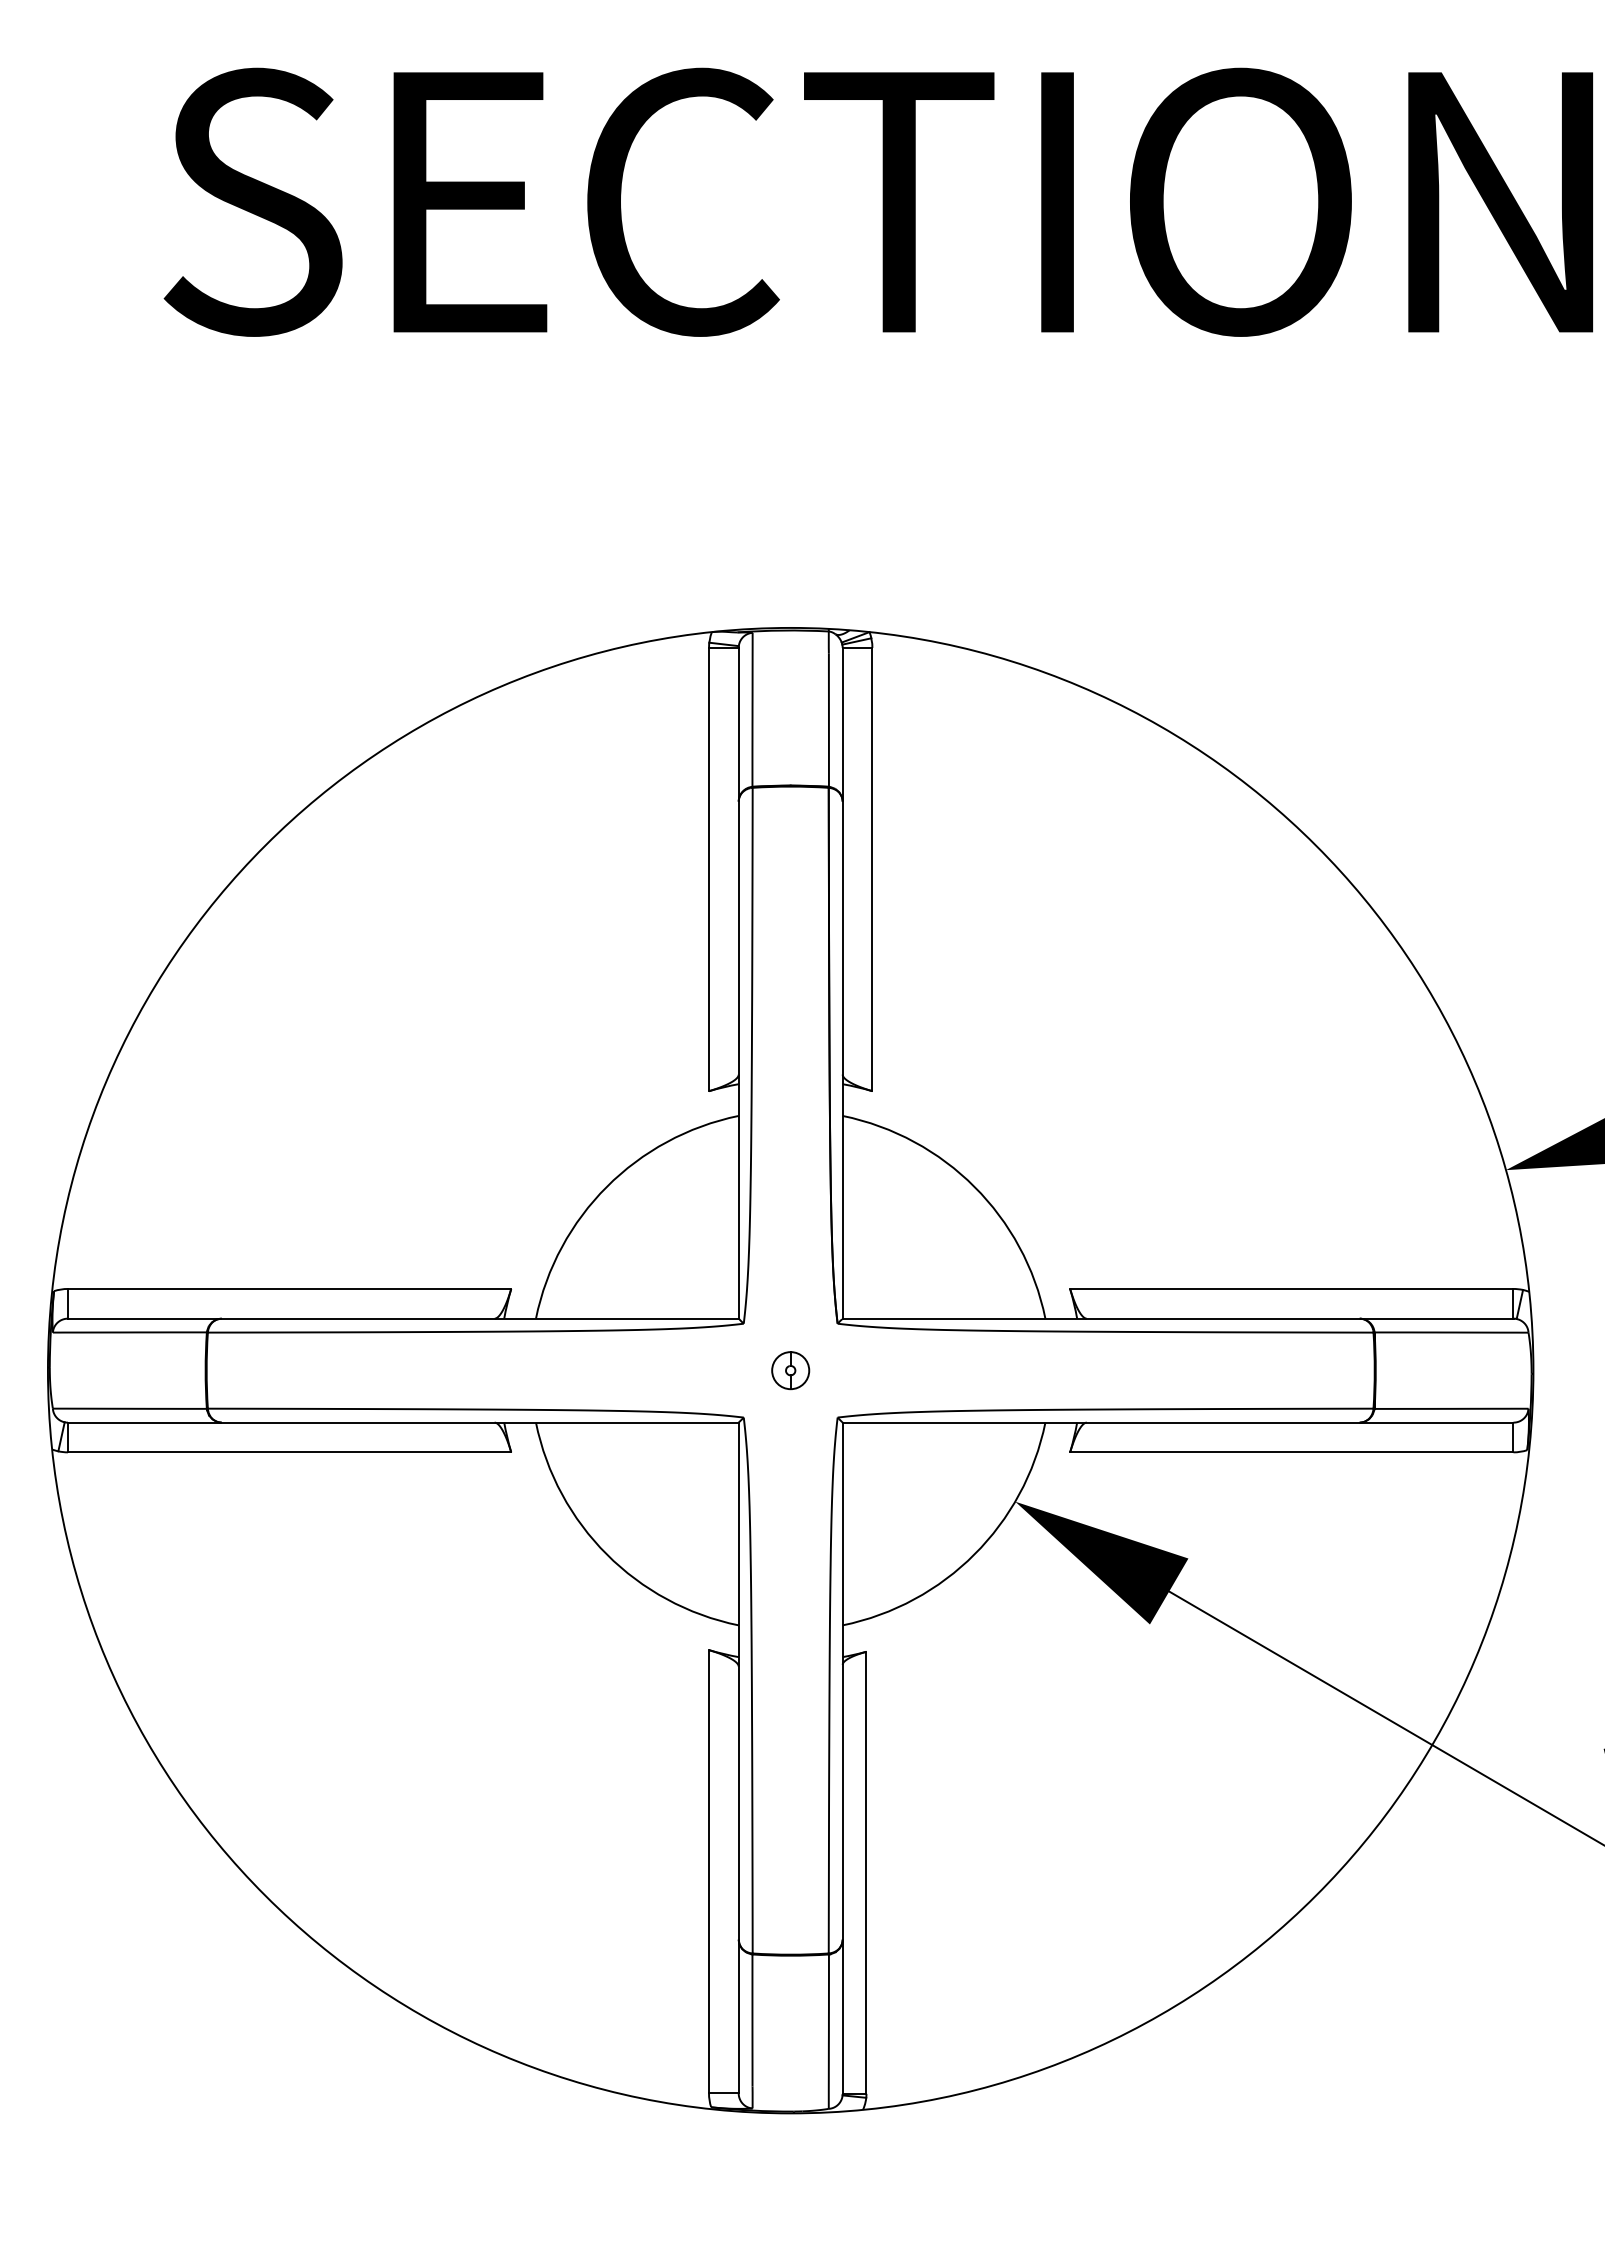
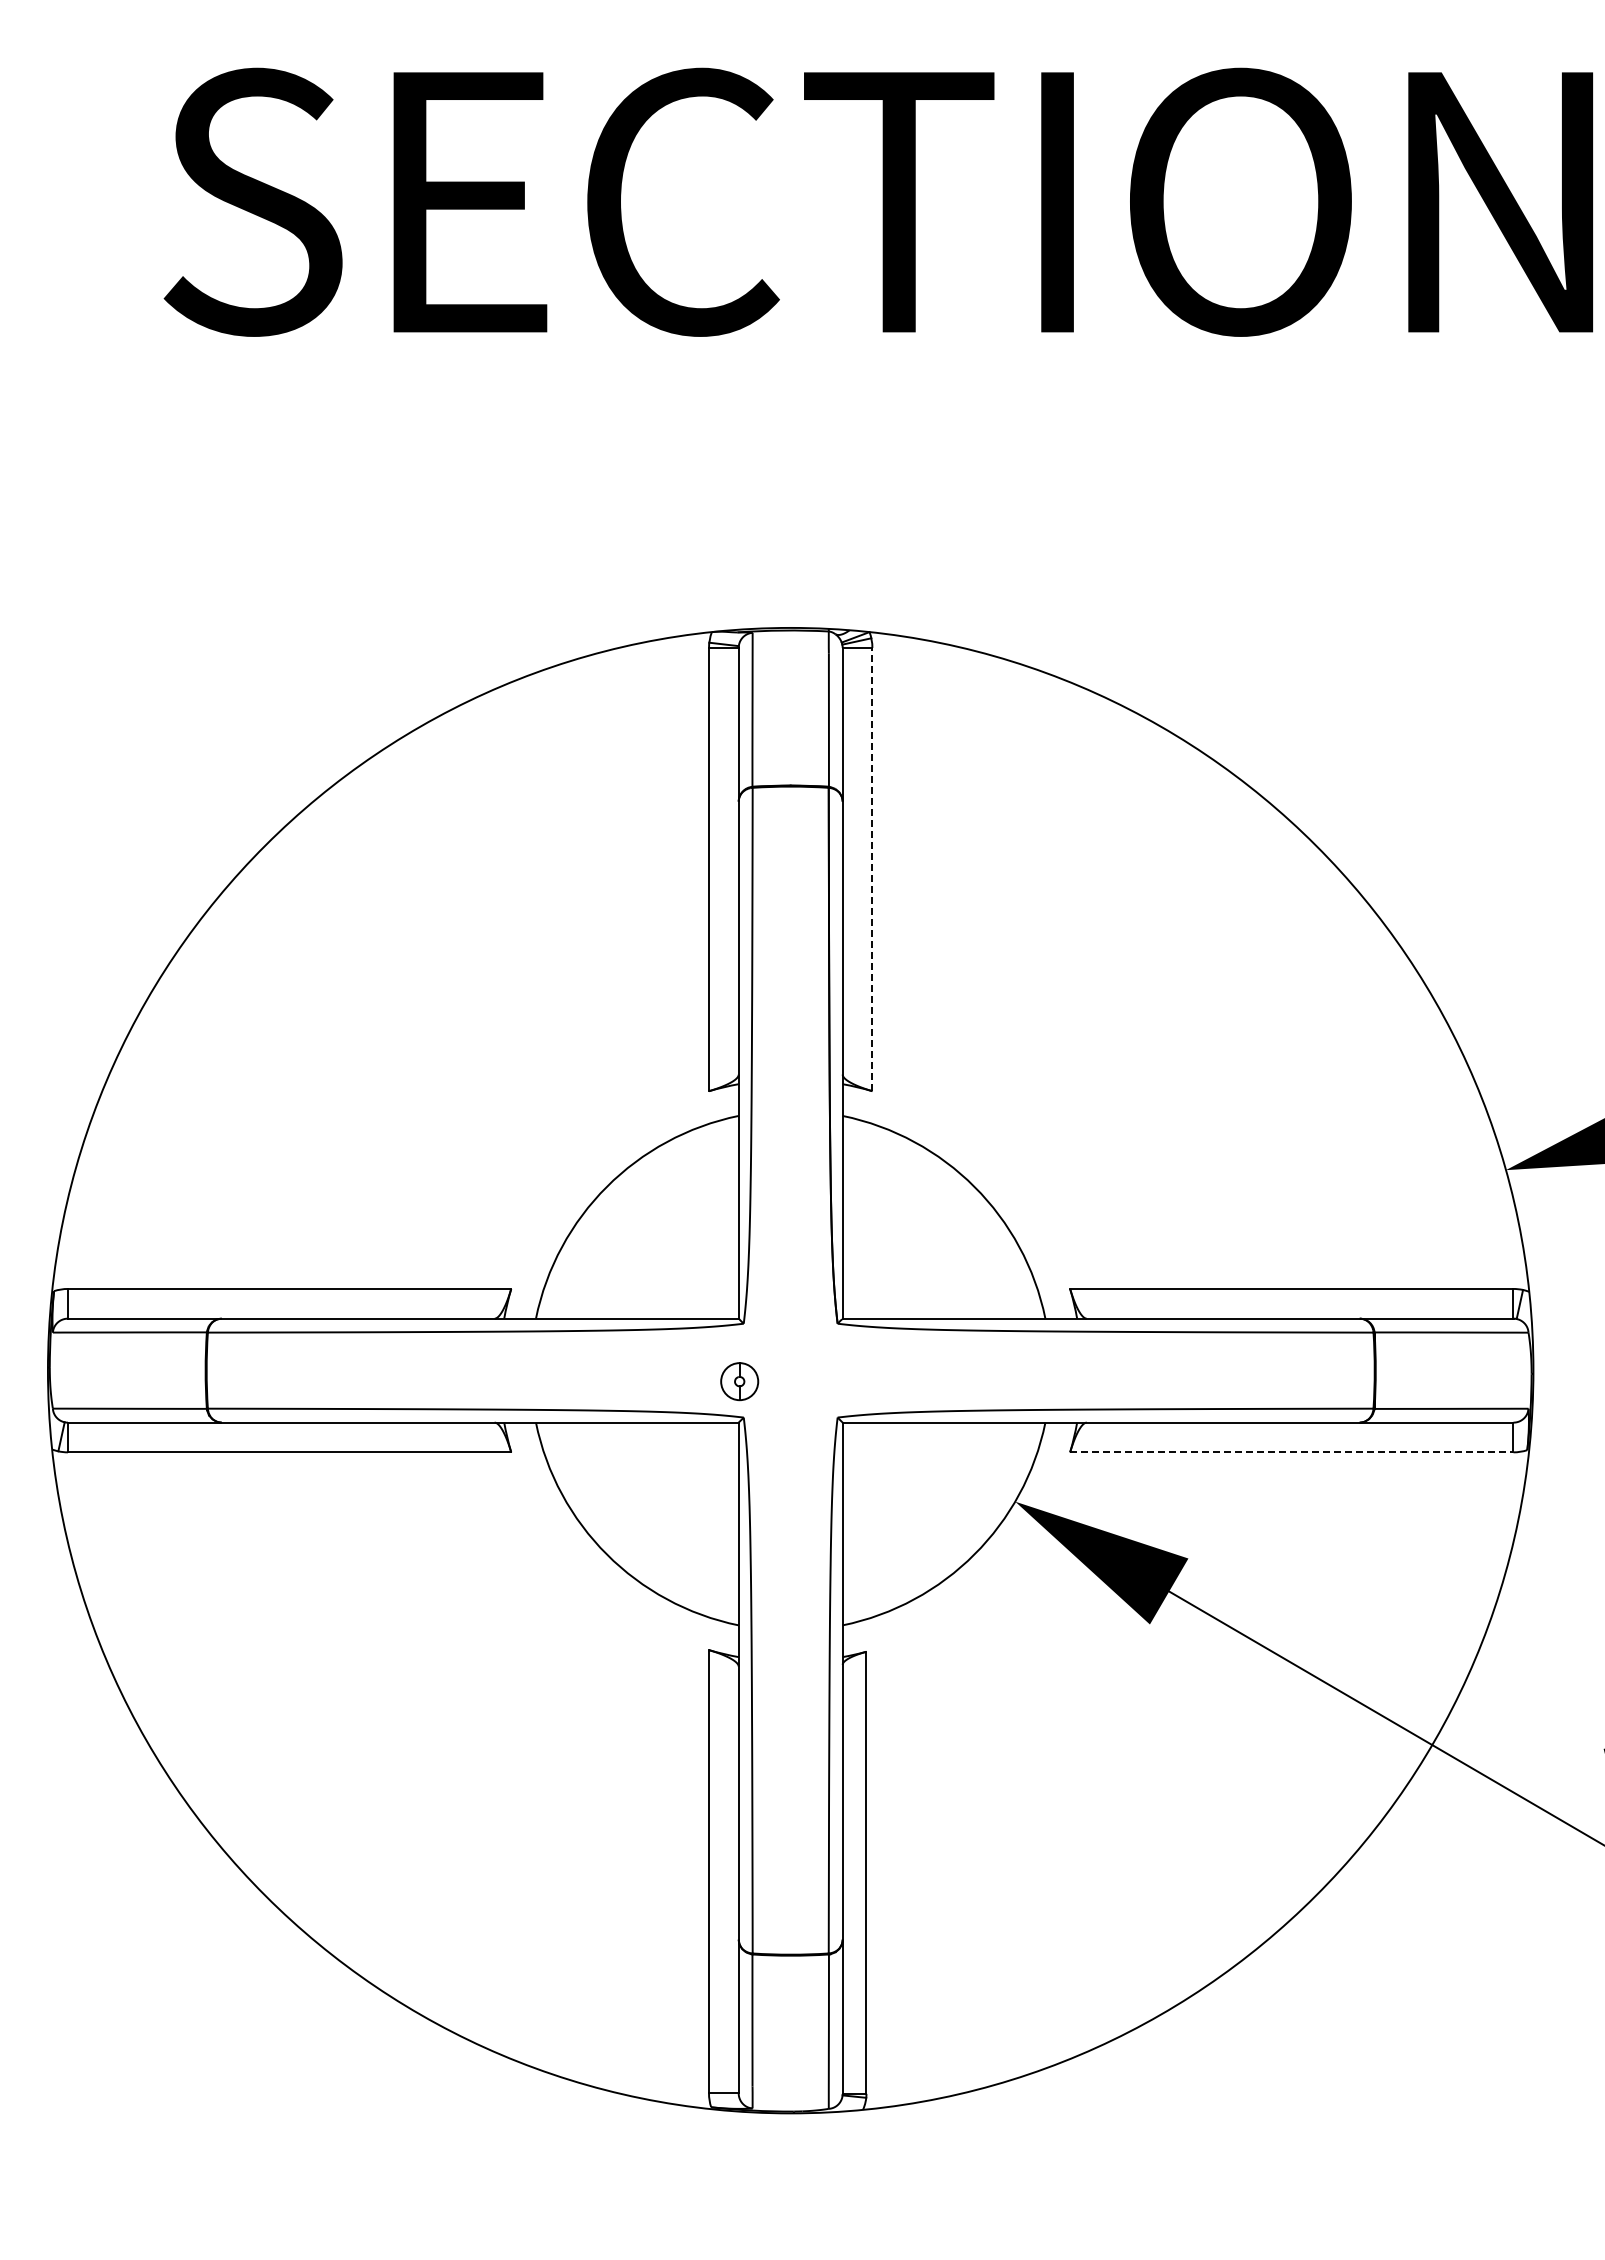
line at (872, 869): solid -> dashed
part at (790, 1370) position: (790, 1370) -> (739, 1381)
line at (1291, 1452): solid -> dashed
